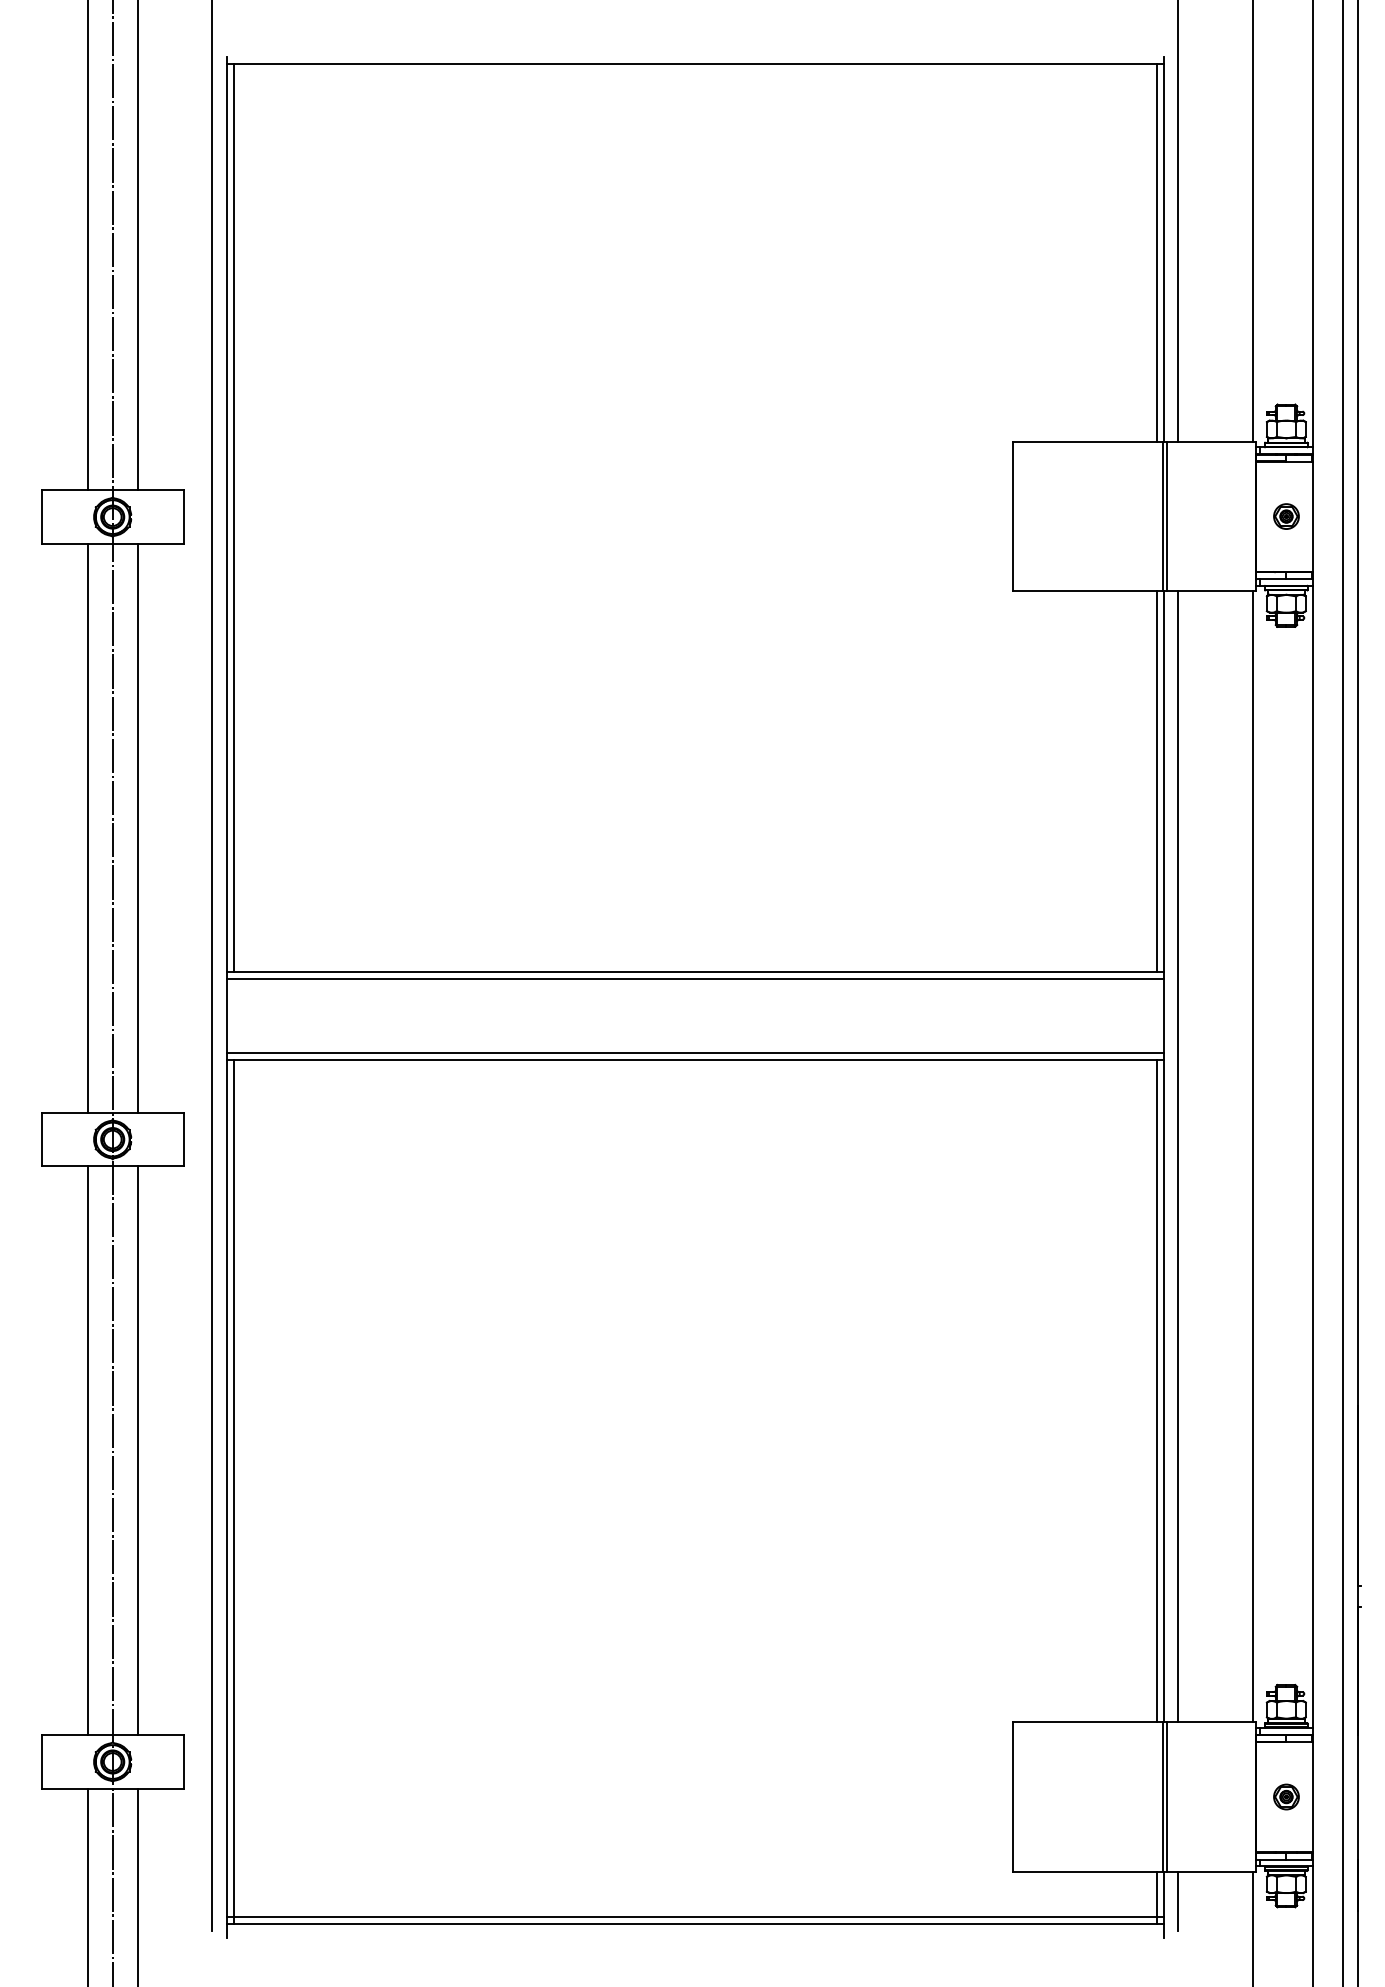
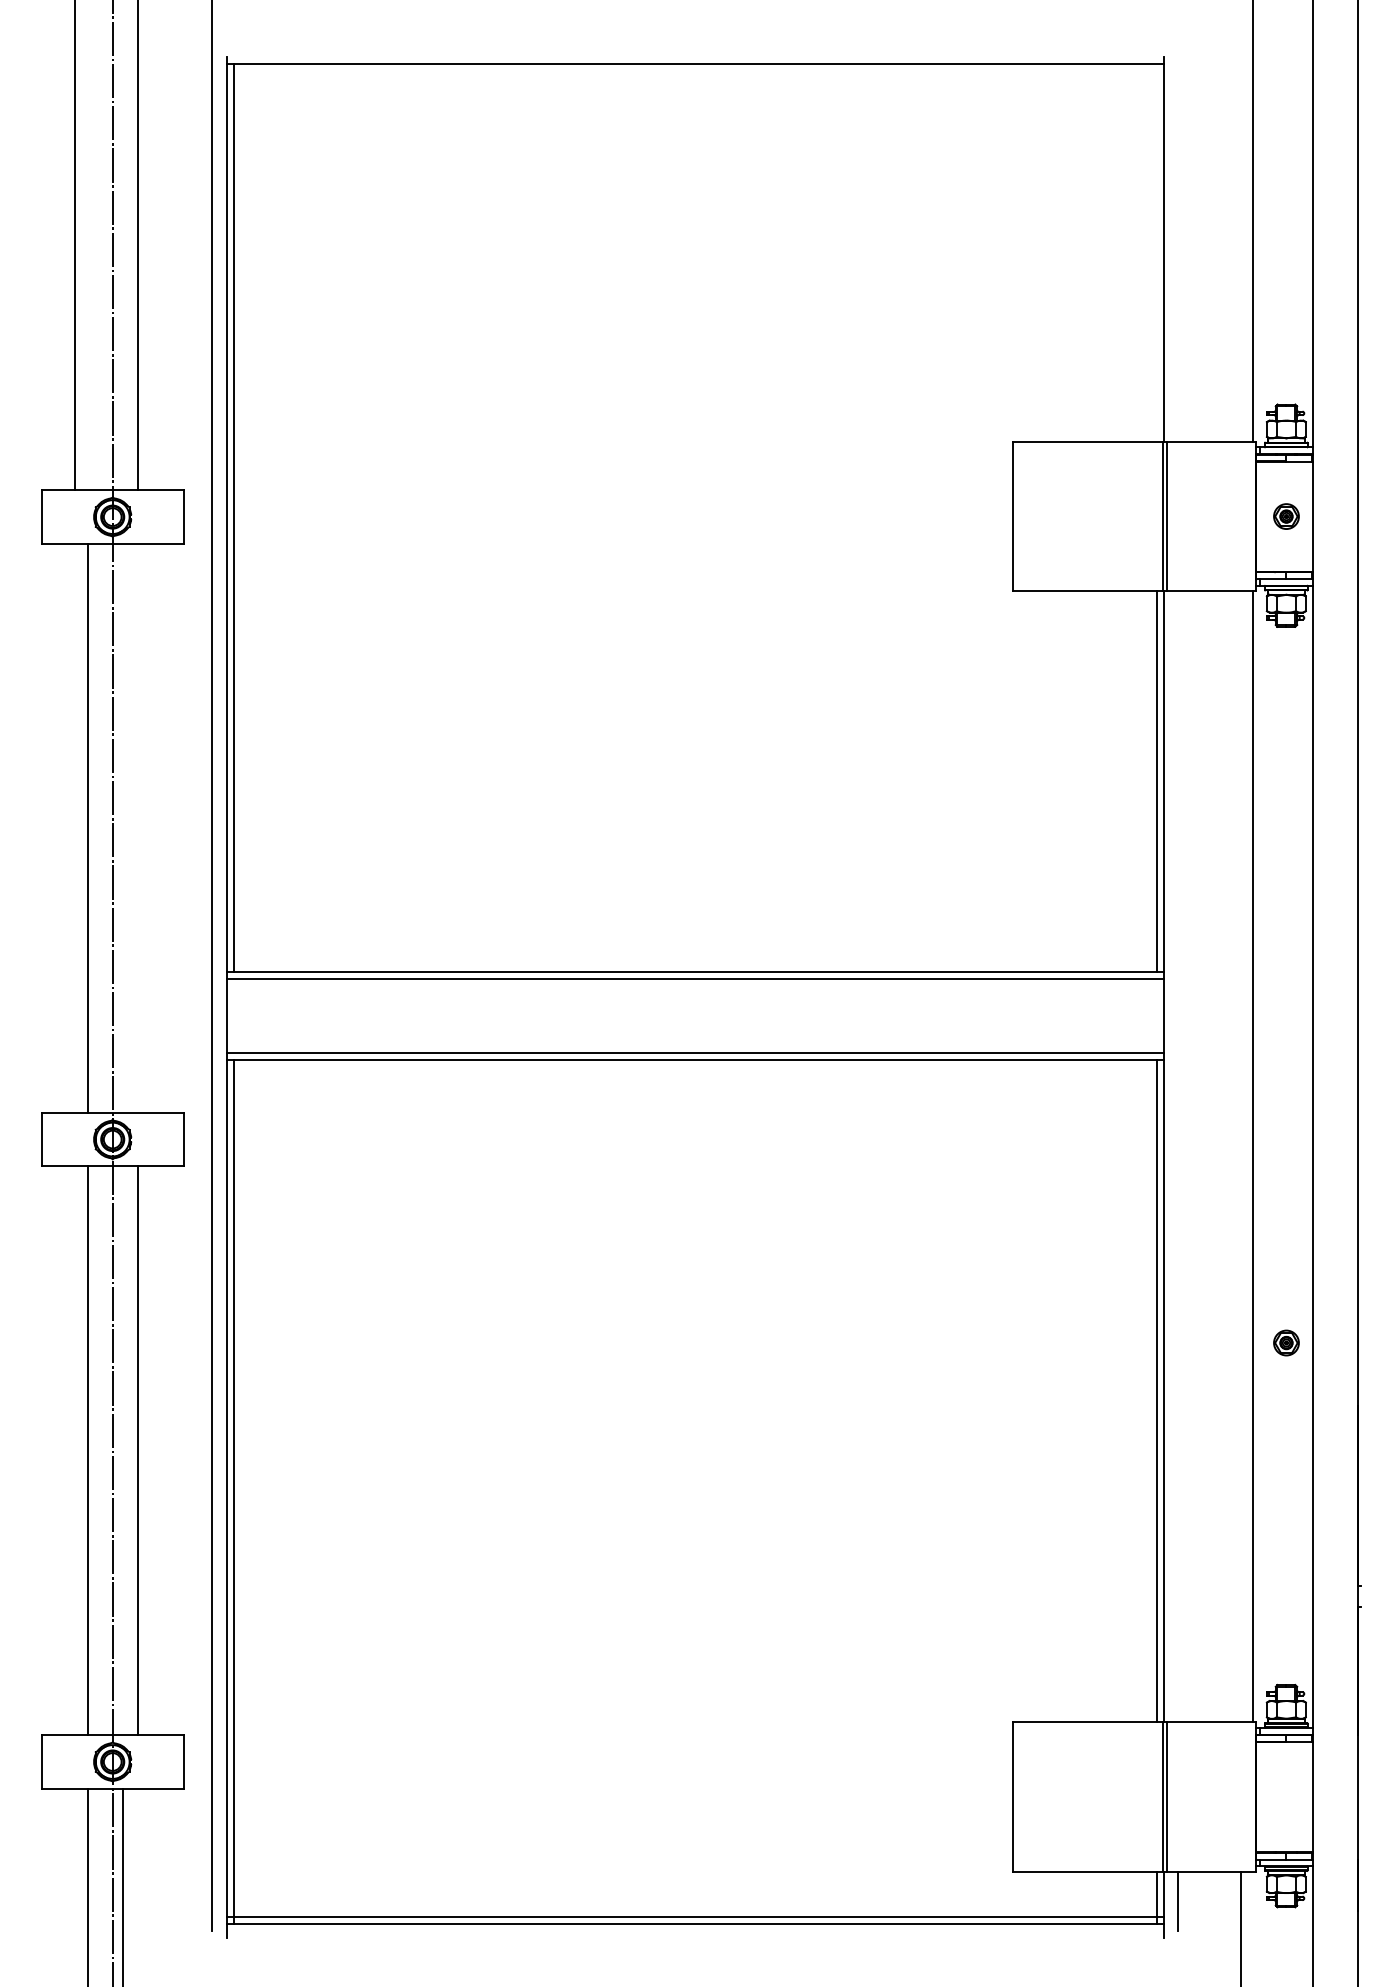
line at (1178, 221): present -> none
line at (87, 246) position: (87, 246) -> (74, 246)
line at (1156, 252): present -> none
line at (137, 827): present -> none
line at (1343, 992): present -> none
line at (1178, 1156): present -> none
part at (1286, 1796) position: (1286, 1796) -> (1286, 1342)
line at (137, 1885) position: (137, 1885) -> (122, 1885)
line at (1252, 1927) position: (1252, 1927) -> (1240, 1927)
